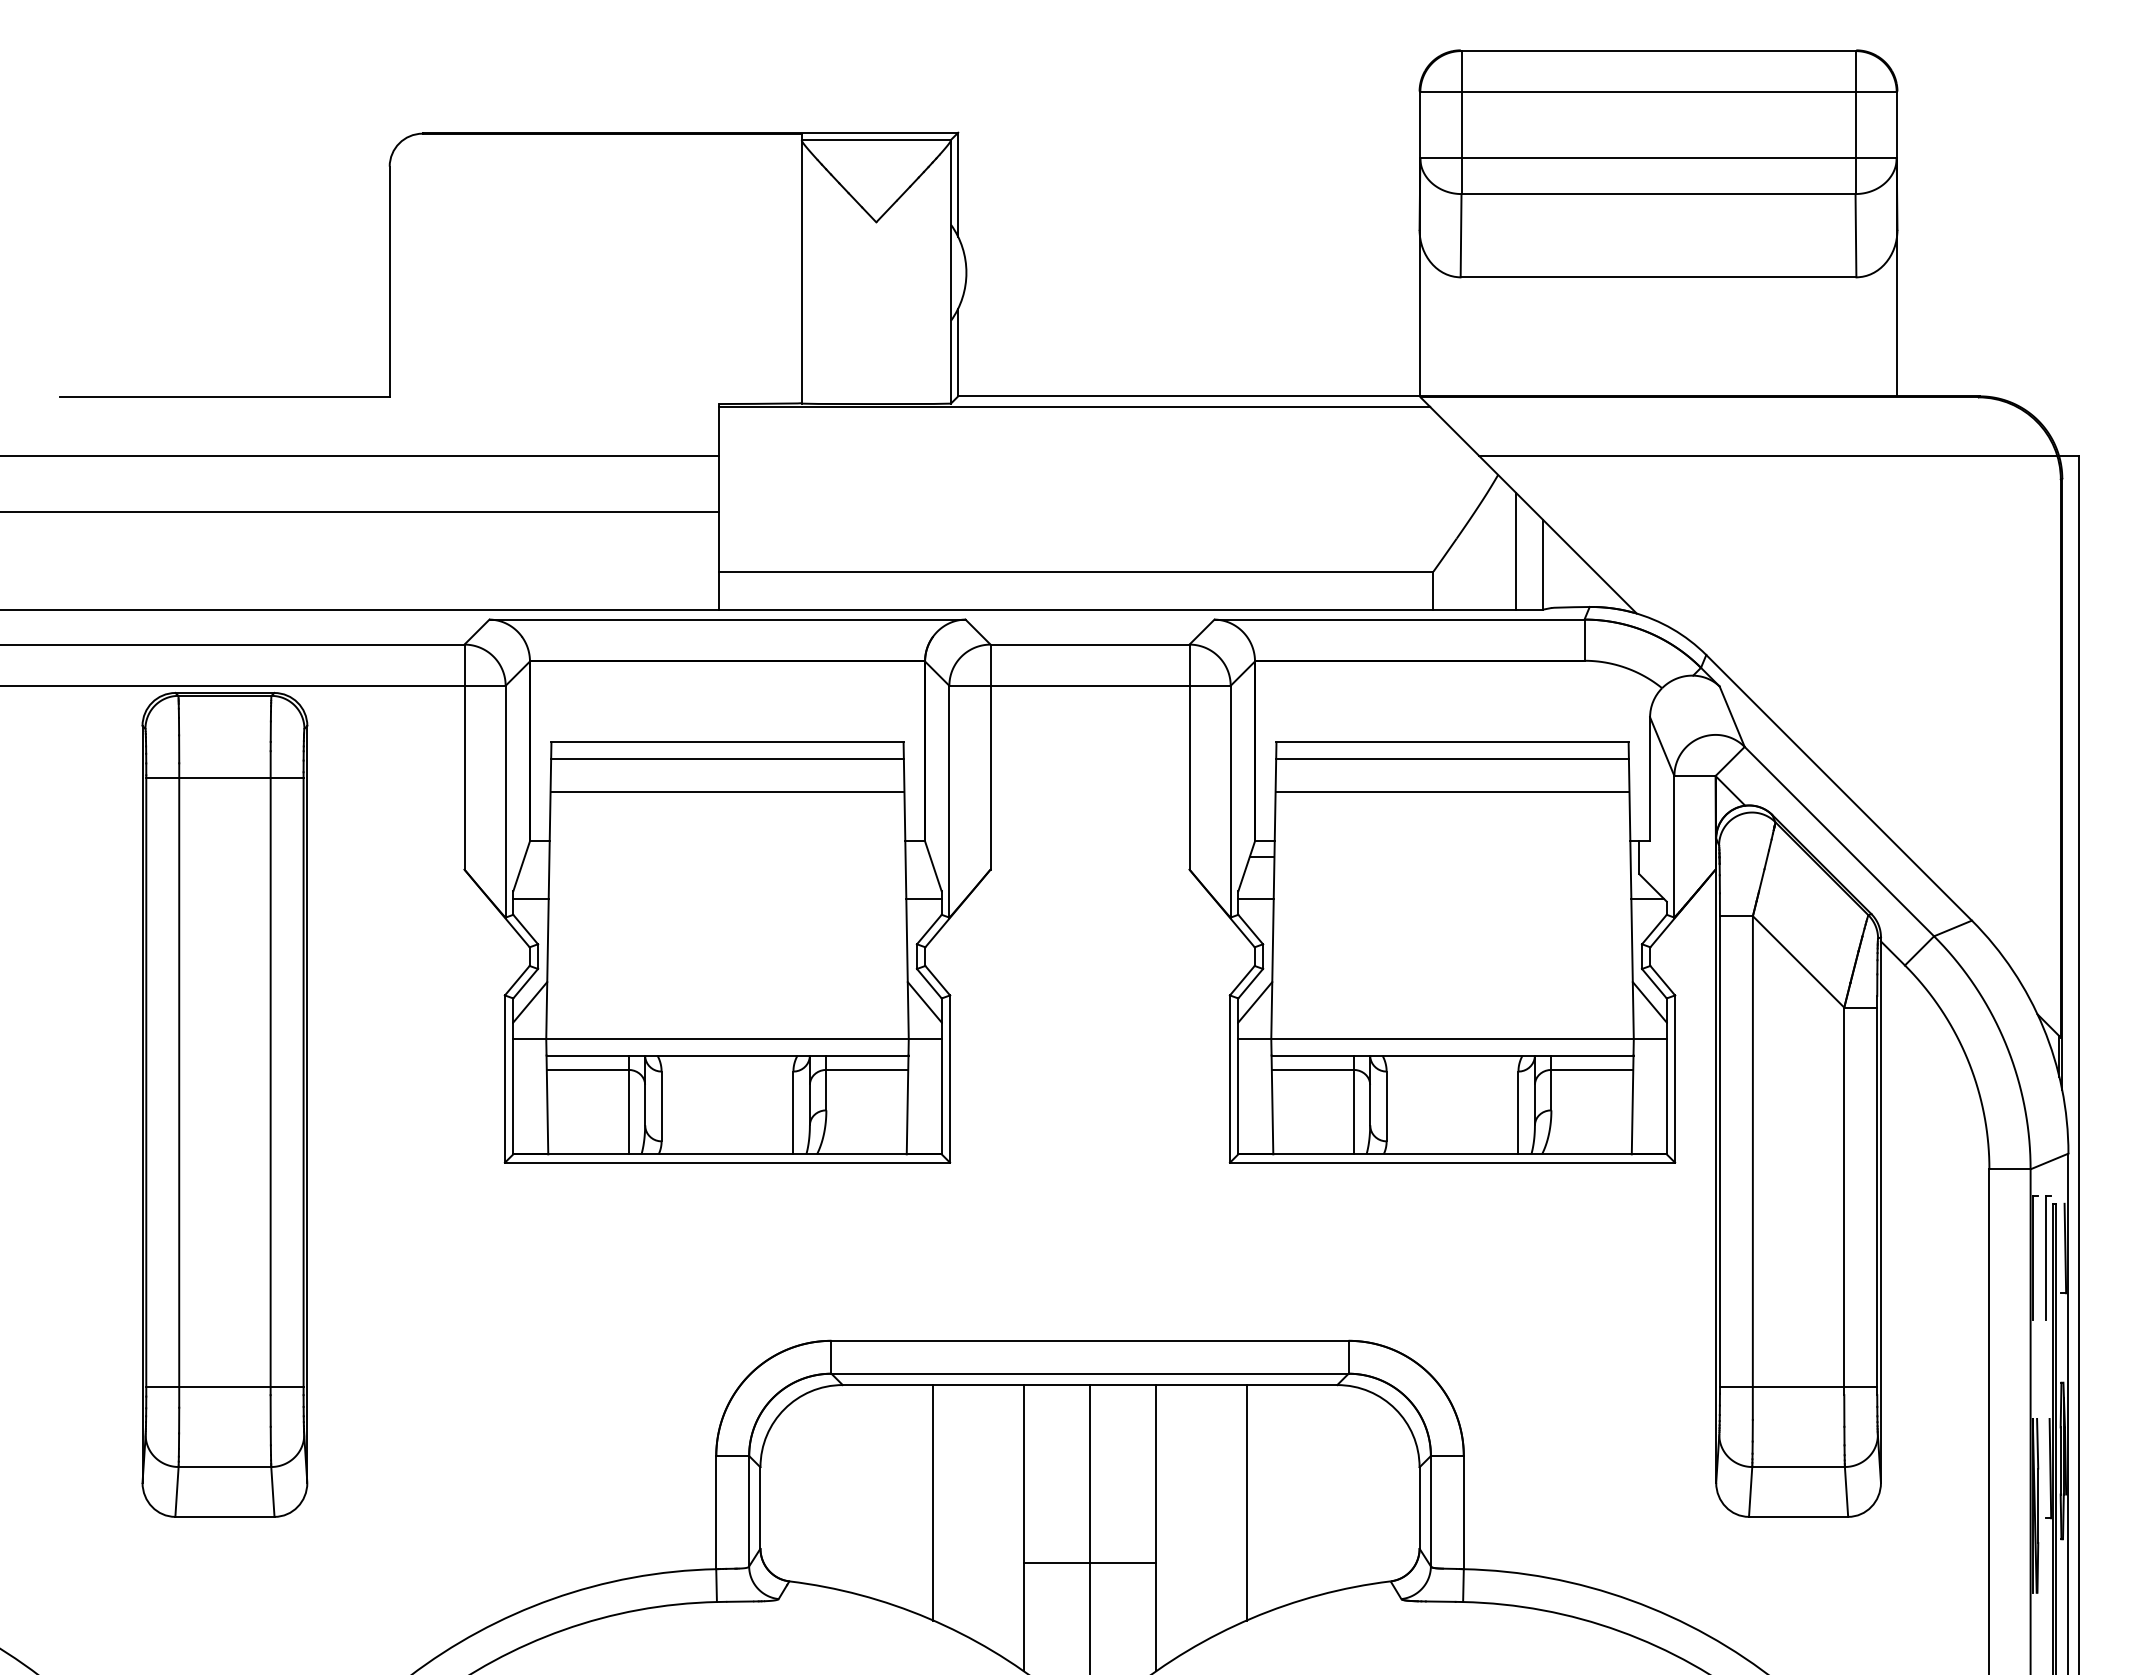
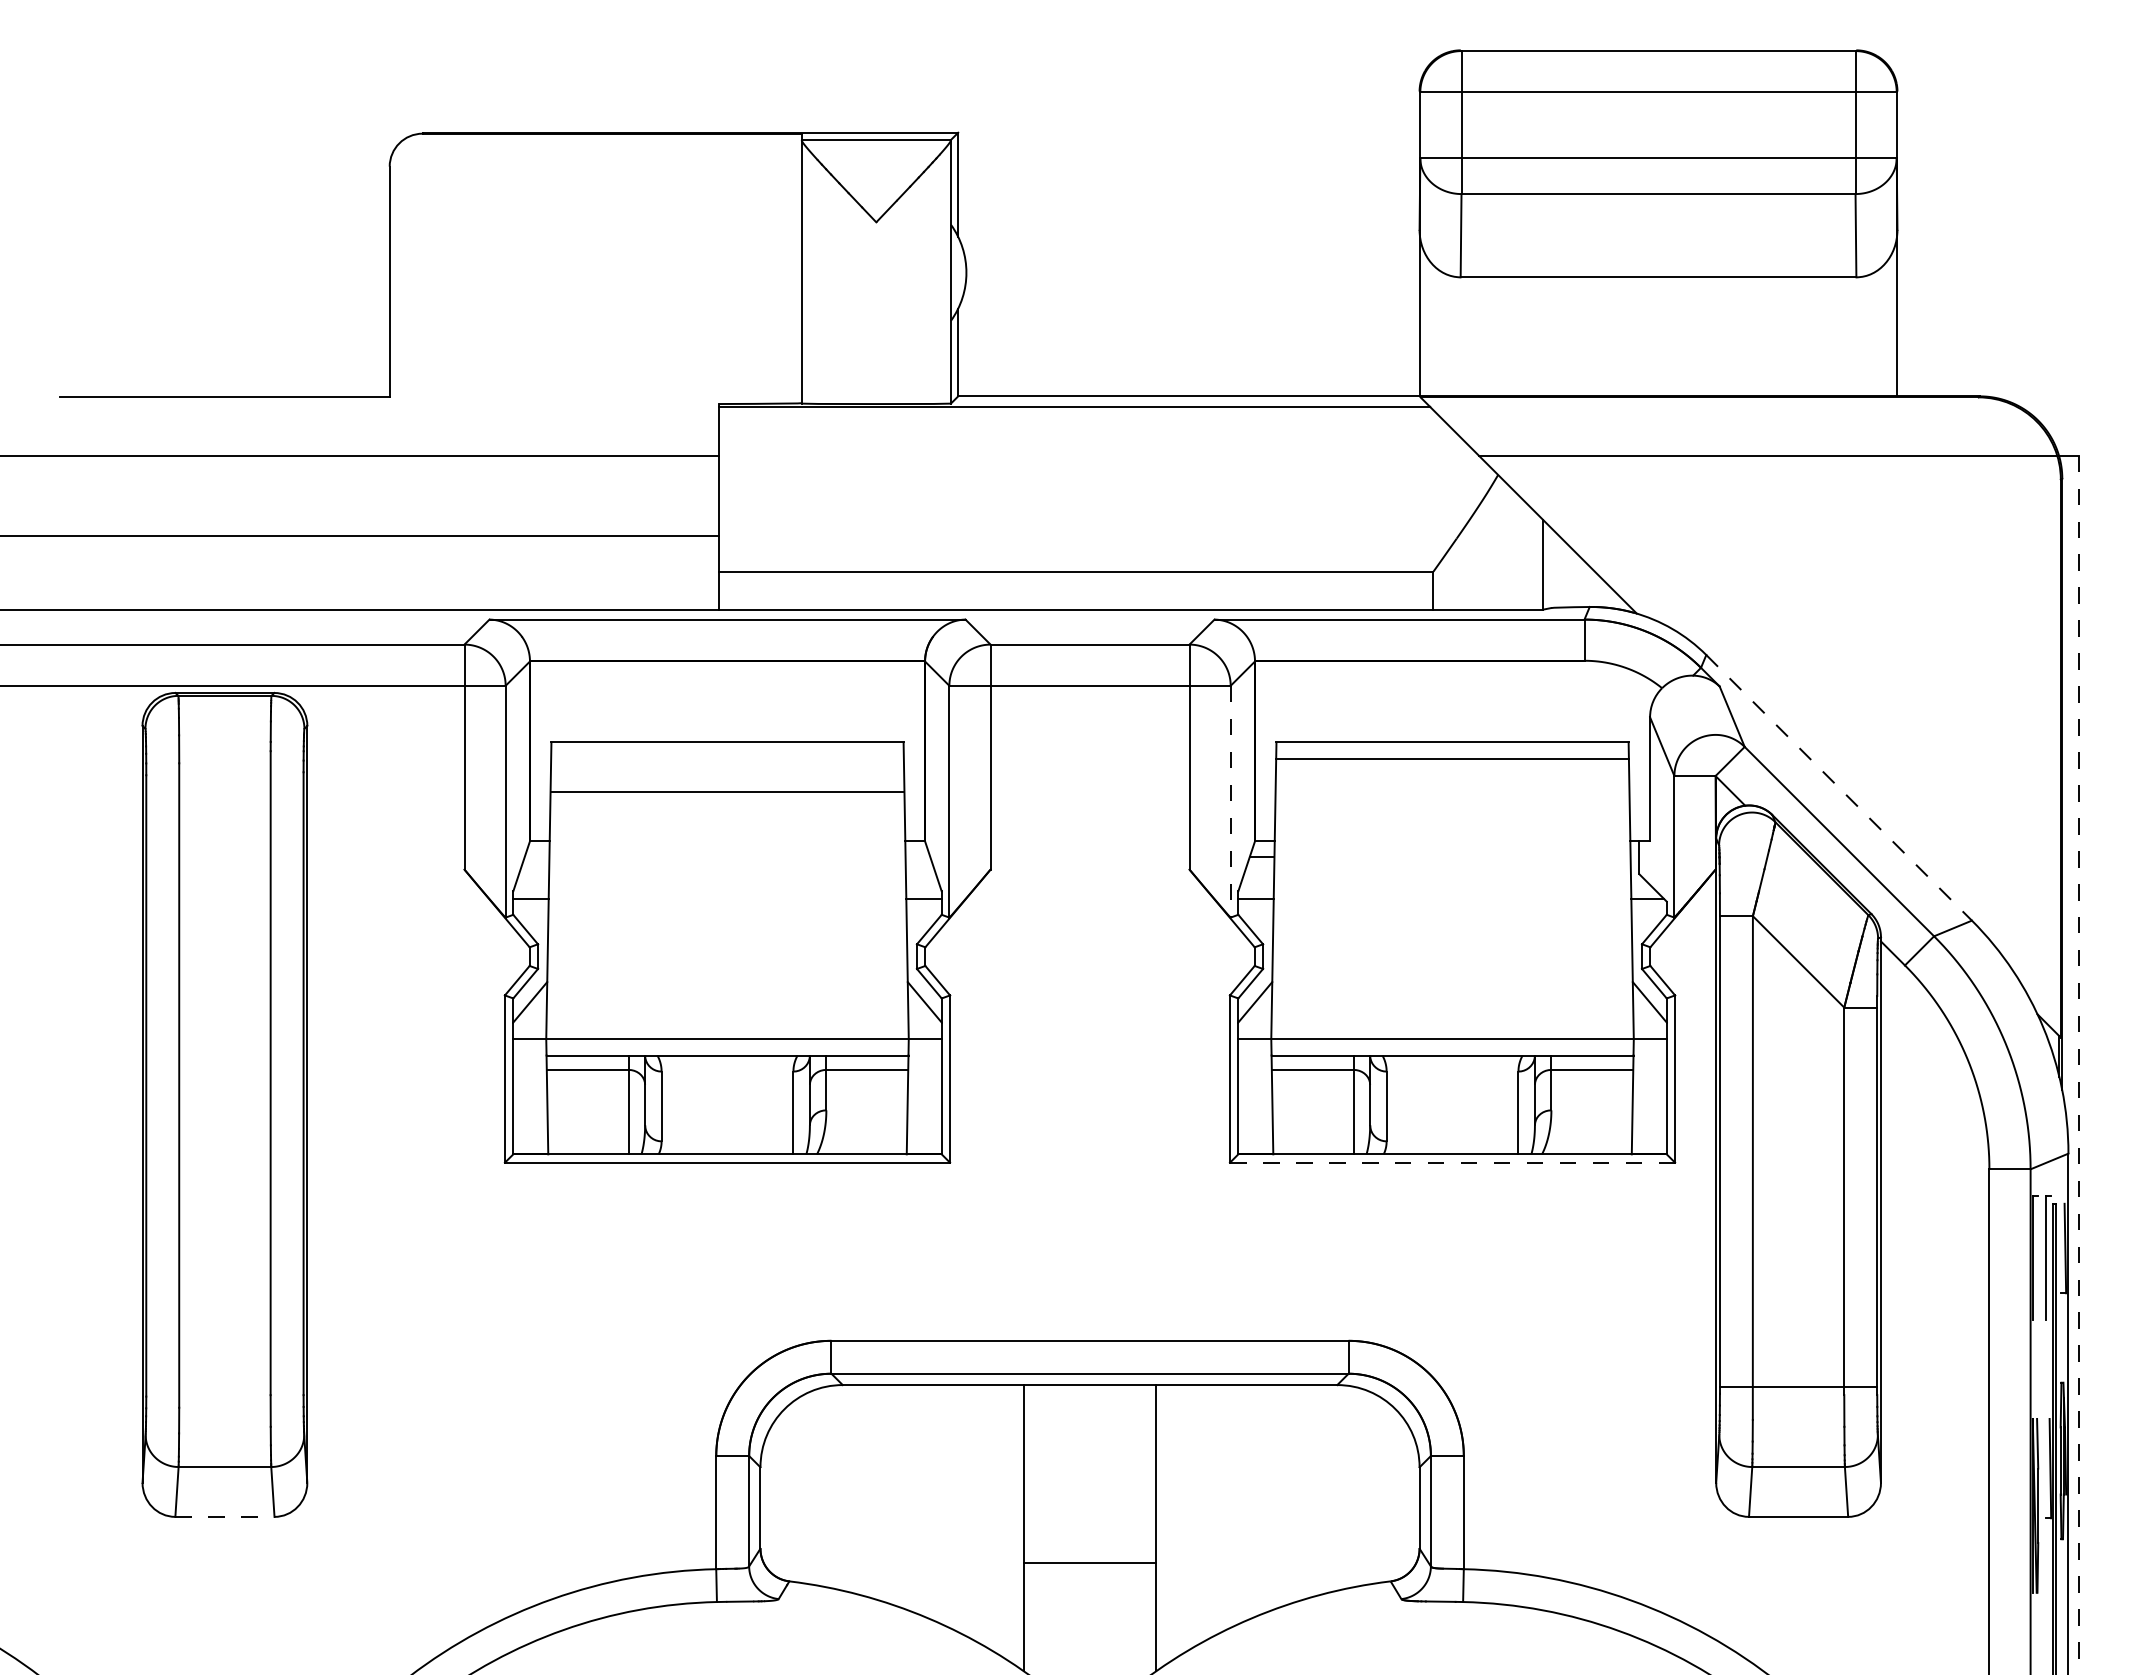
line at (360, 511) position: (360, 511) -> (360, 535)
line at (1515, 550): present -> none
line at (727, 758): present -> none
line at (224, 778): present -> none
line at (1839, 787): solid -> dashed
line at (1452, 791): present -> none
line at (1230, 801): solid -> dashed
line at (2078, 1064): solid -> dashed
line at (1452, 1162): solid -> dashed
line at (224, 1387): present -> none
line at (933, 1502): present -> none
line at (1246, 1502): present -> none
line at (224, 1516): solid -> dashed
line at (1090, 1528): present -> none
